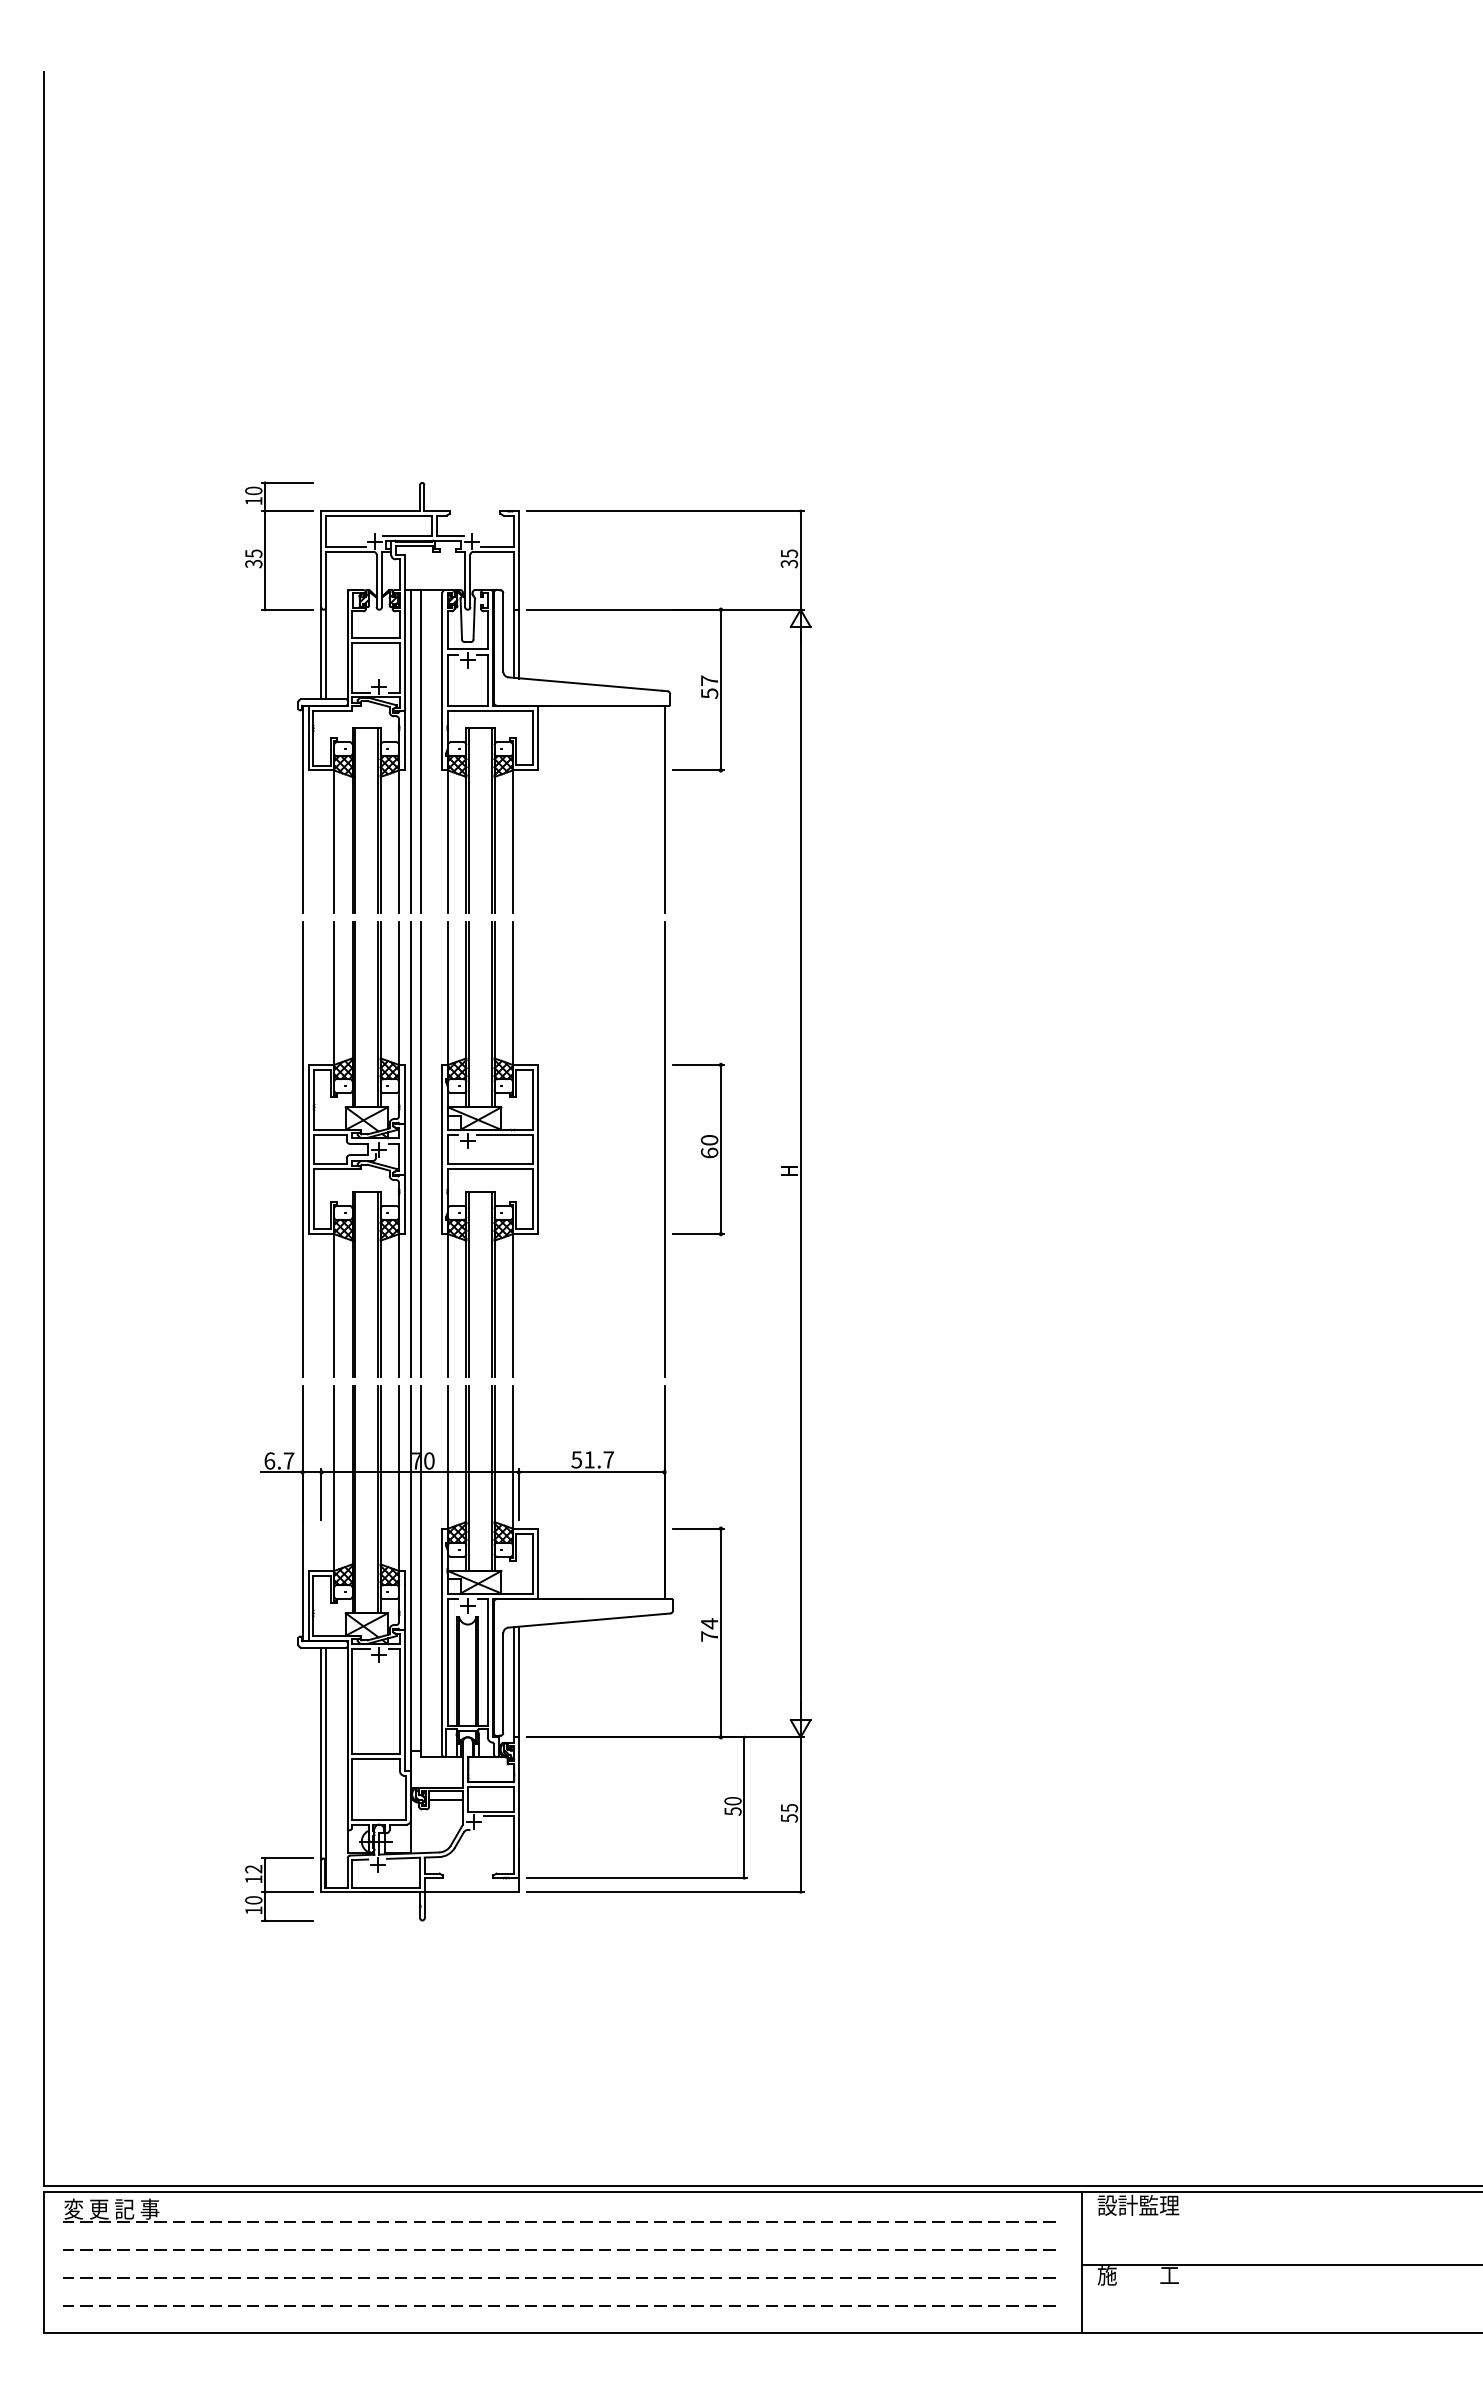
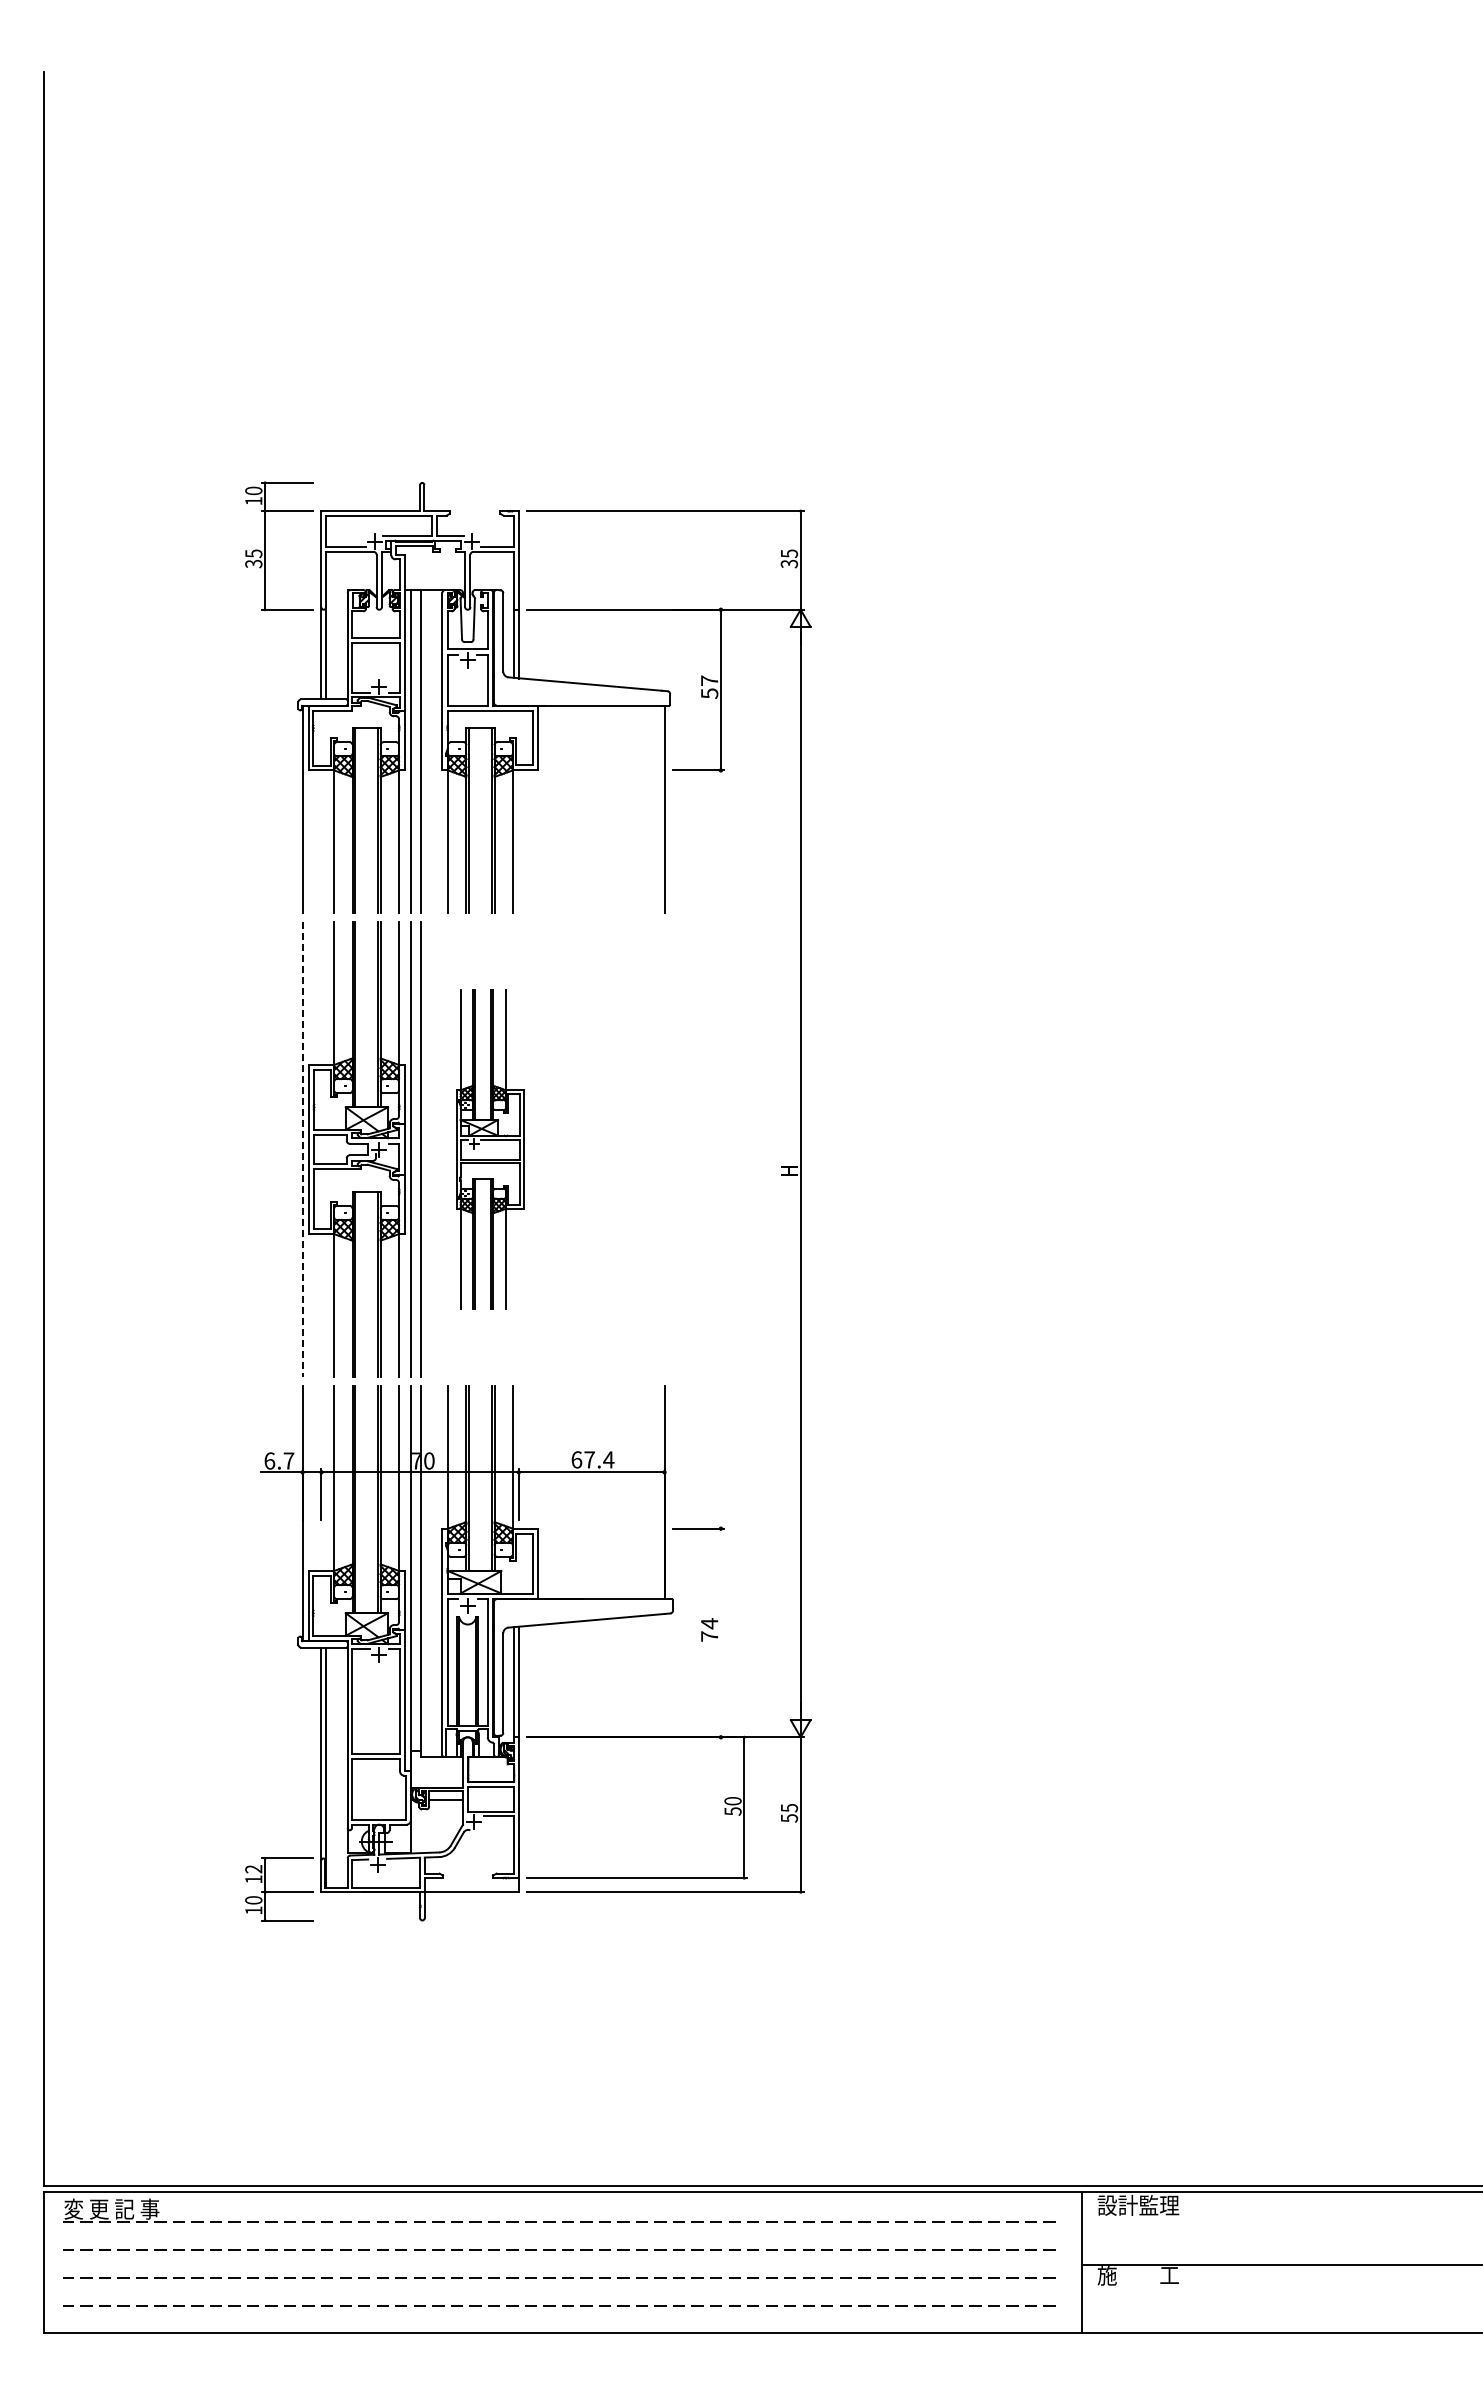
line at (302, 1149): solid -> dashed
part at (489, 1149) size: 98x457 px -> 69x321 px
part at (701, 1149): present -> none
text at (592, 1459): 51.7 -> 67.4
line at (720, 1632): present -> none
